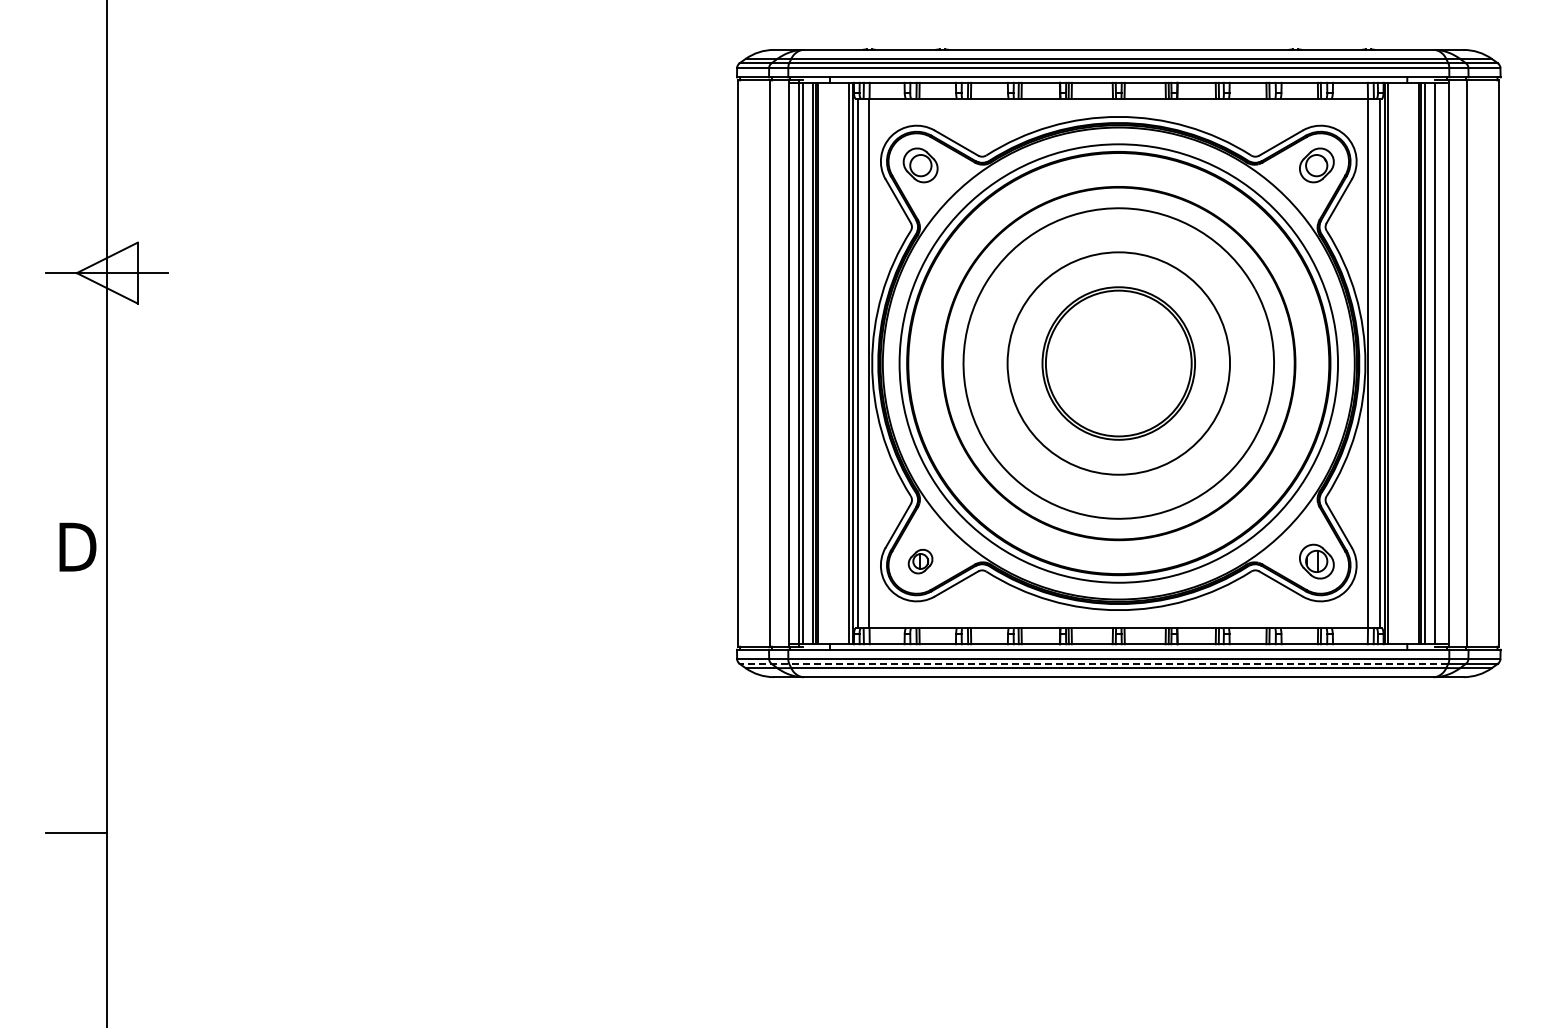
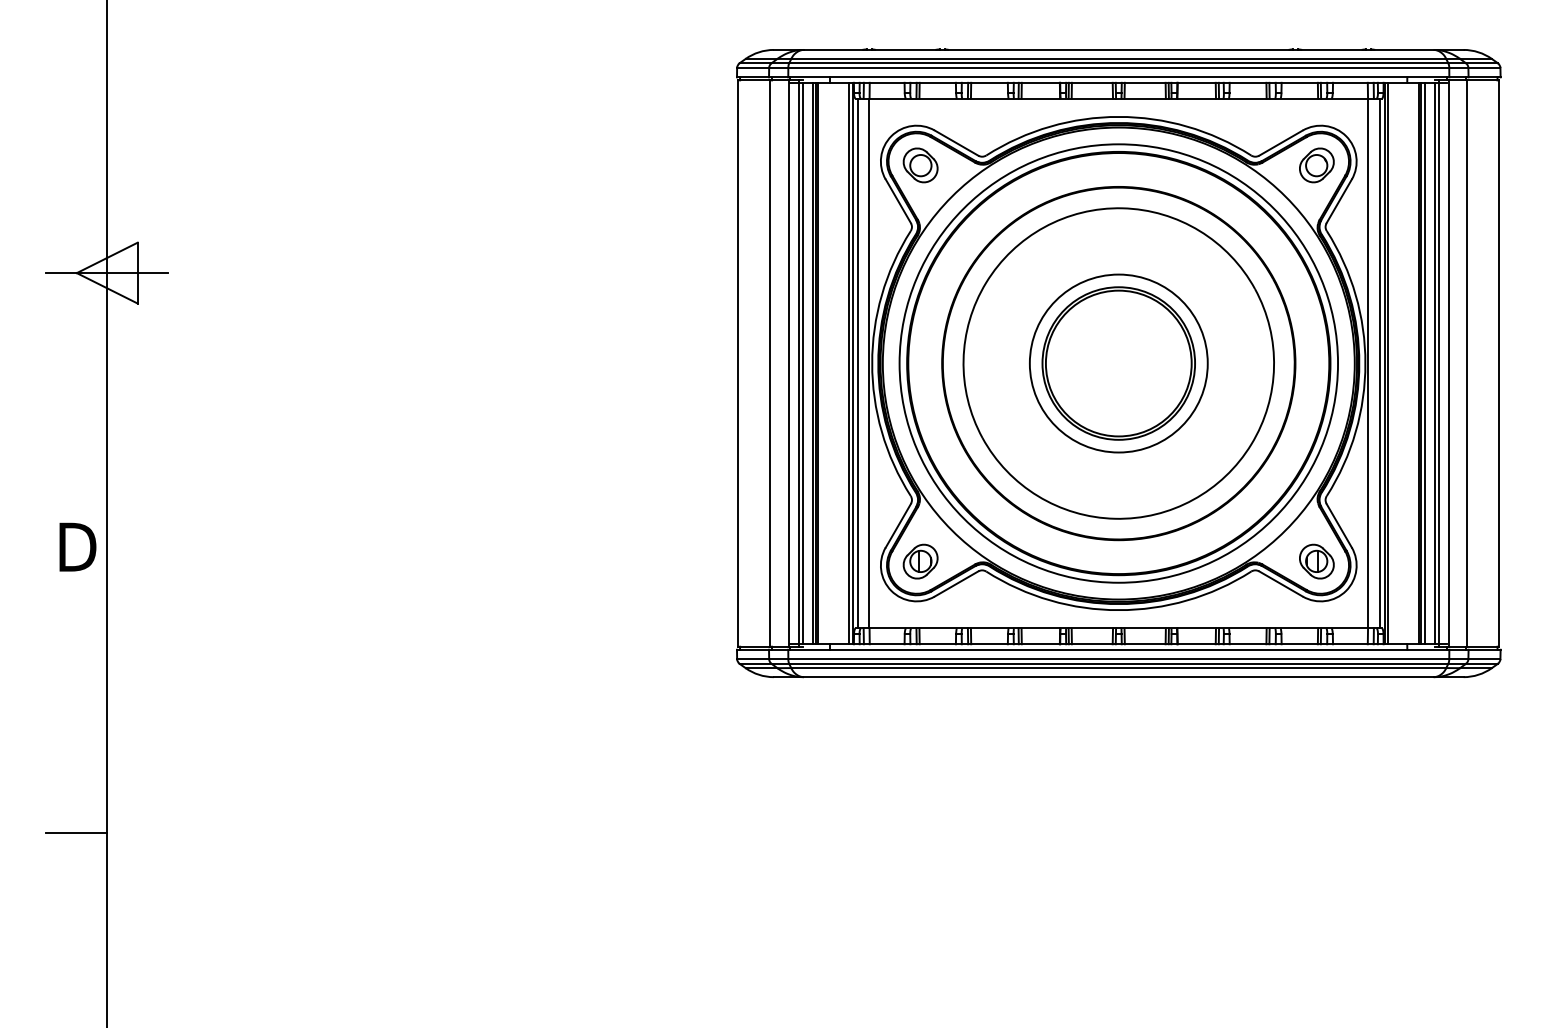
circle at (1118, 363) diameter: 222 px -> 178 px
line at (1438, 363): none -> present
part at (920, 561) size: 27x26 px -> 37x37 px
line at (1093, 663): dashed -> solid
